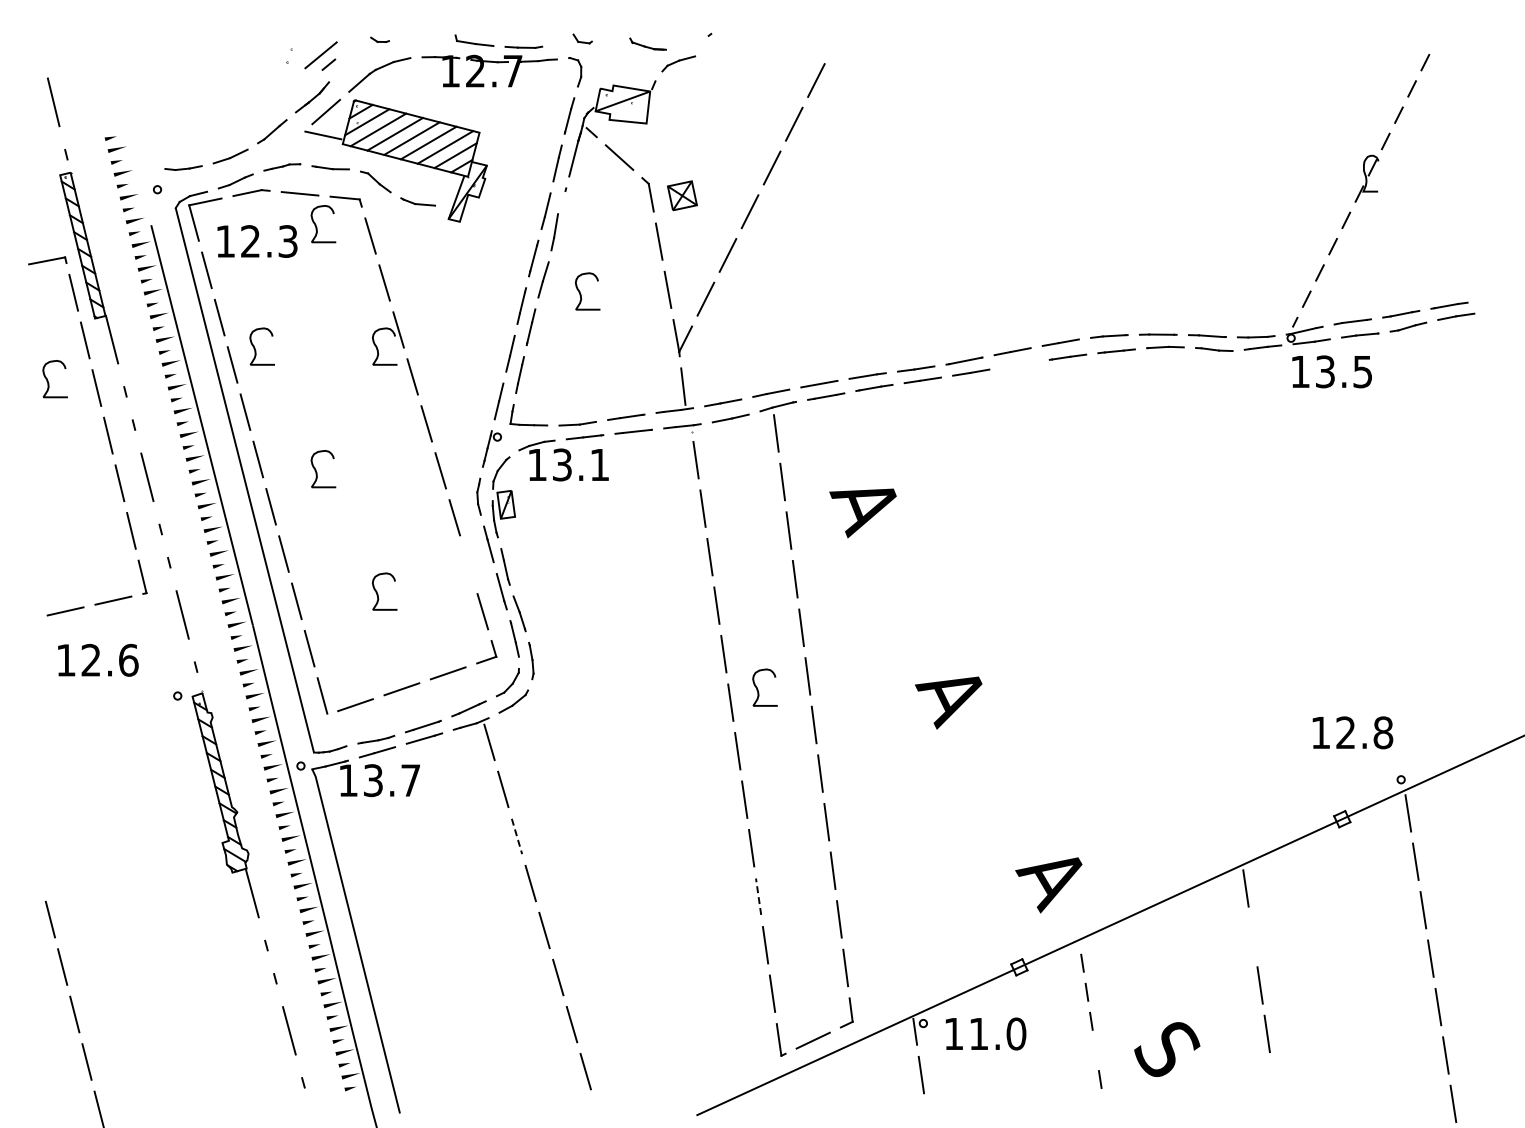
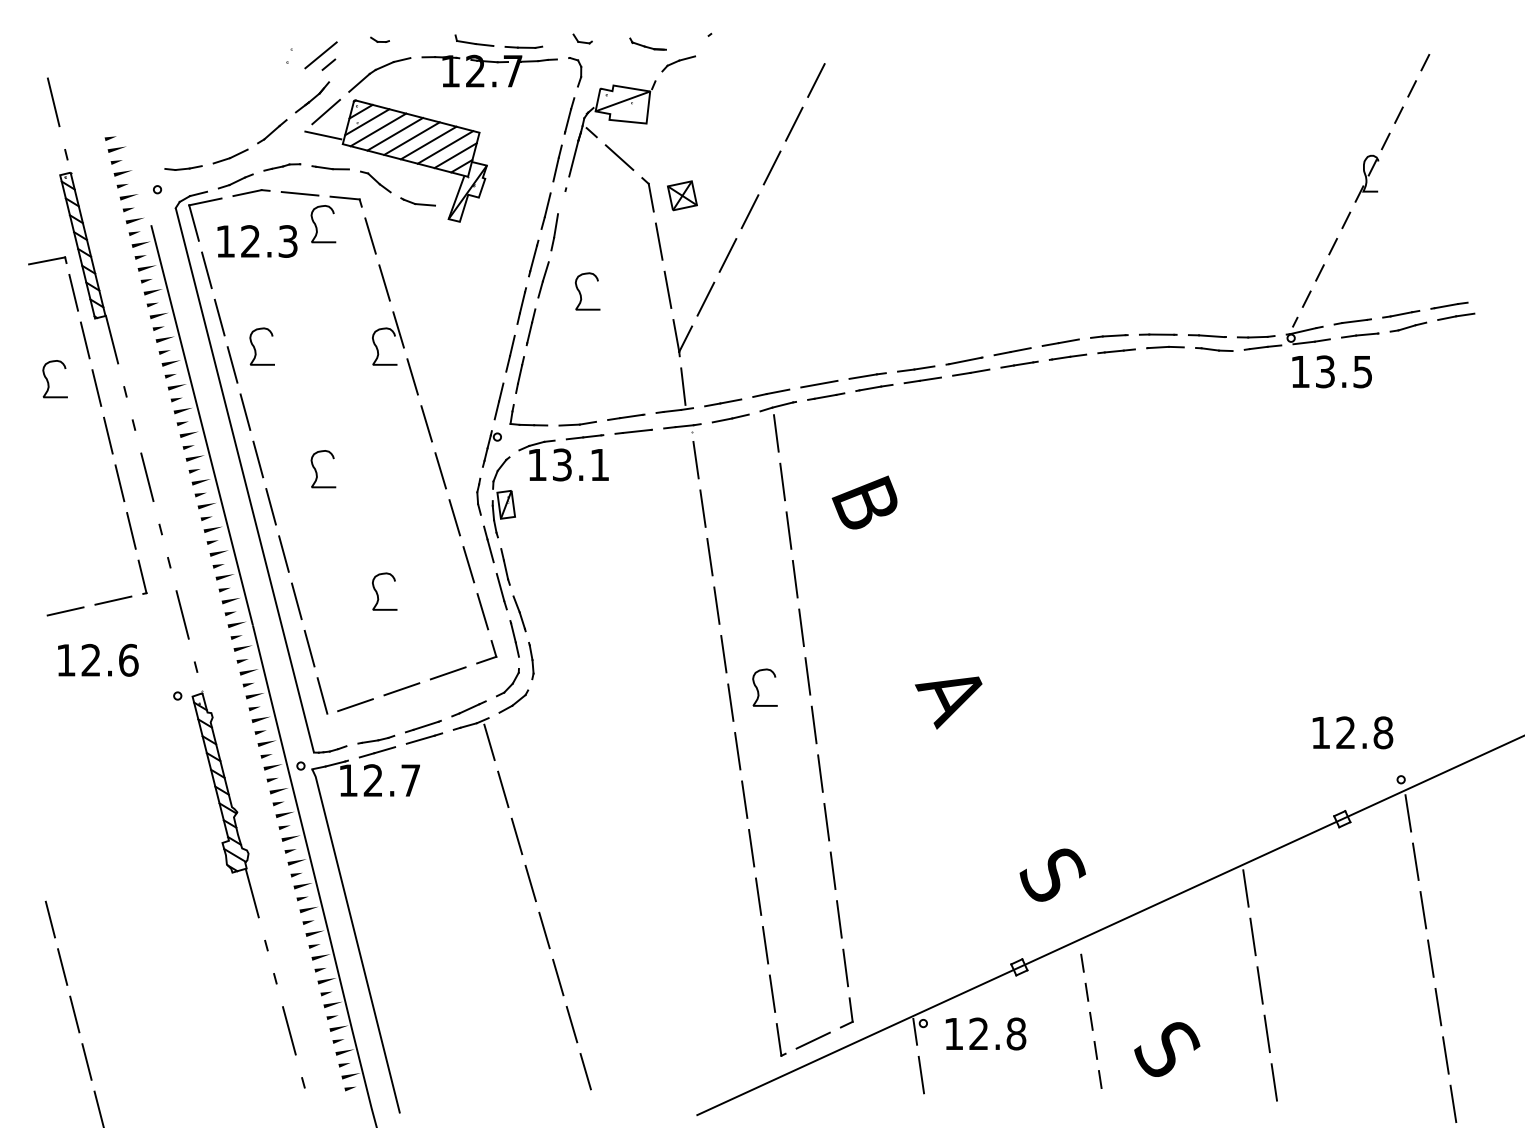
line at (1019, 364): none -> present
text at (863, 506): A -> B
line at (468, 564): none -> present
text at (372, 780): 13.7 -> 12.7
line at (517, 836): dashed -> solid
text at (1050, 880): A -> S
line at (758, 896): dashed -> solid
line at (1252, 936): none -> present
text at (997, 1033): 11.0 -> 12.8
line at (1095, 1050): none -> present
line at (1274, 1082): none -> present
